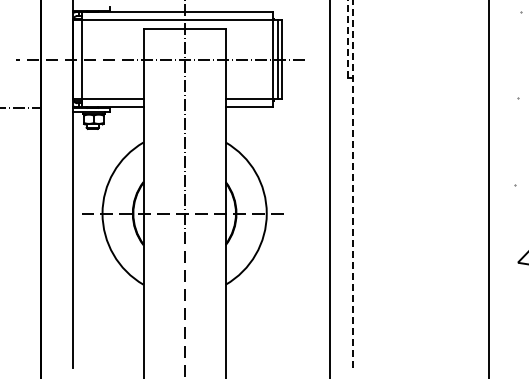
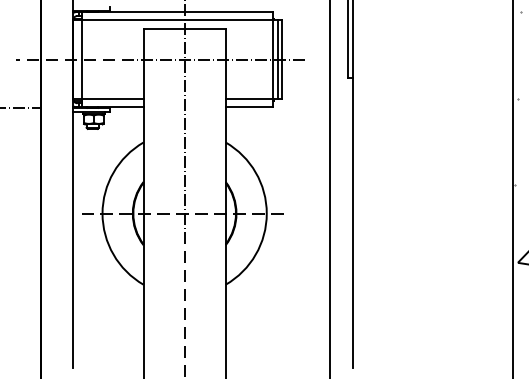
line at (347, 39): dashed -> solid
line at (353, 183): dashed -> solid
line at (489, 188) position: (489, 188) -> (513, 188)
